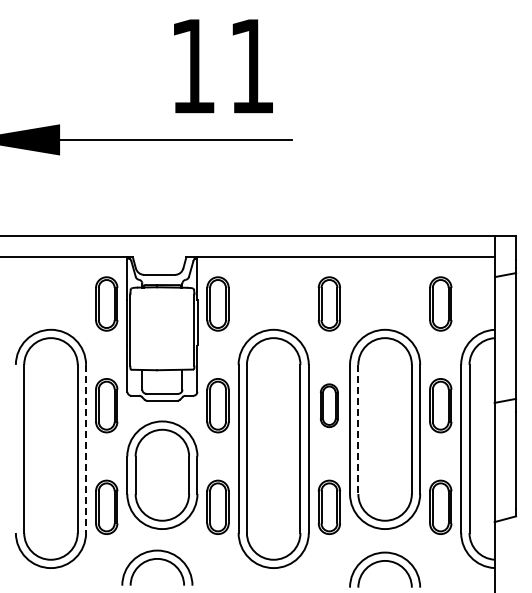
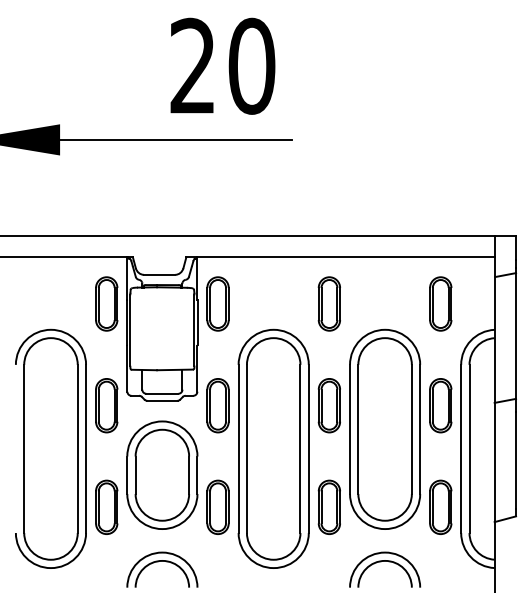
text at (222, 65): 11 -> 20
part at (329, 405) size: 19x45 px -> 24x56 px
line at (358, 429): dashed -> solid
line at (86, 449): dashed -> solid
part at (157, 559) position: (157, 559) -> (162, 561)
